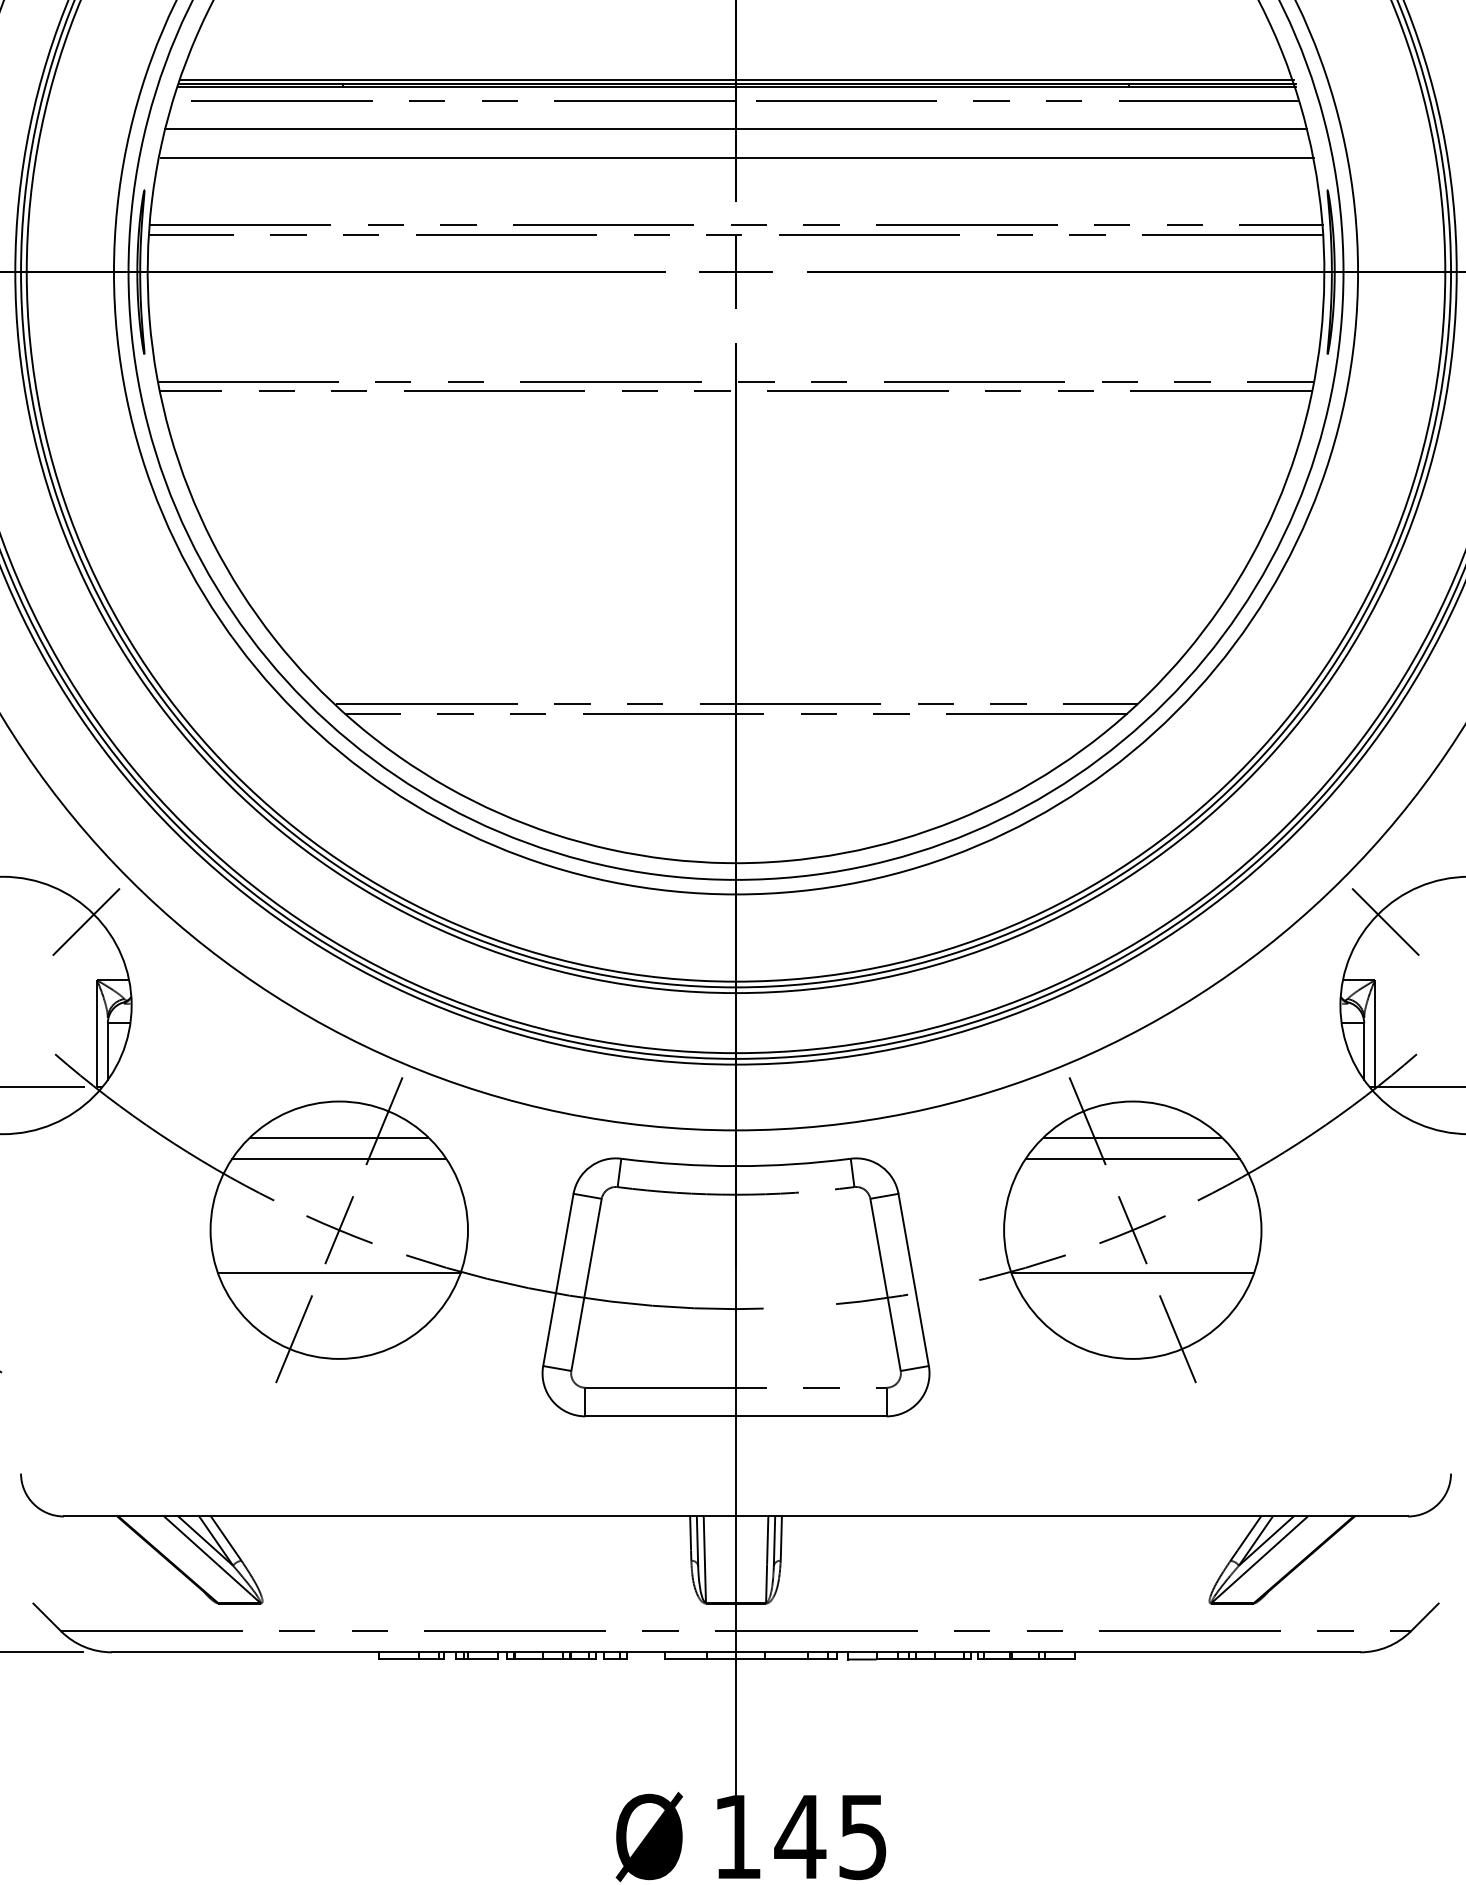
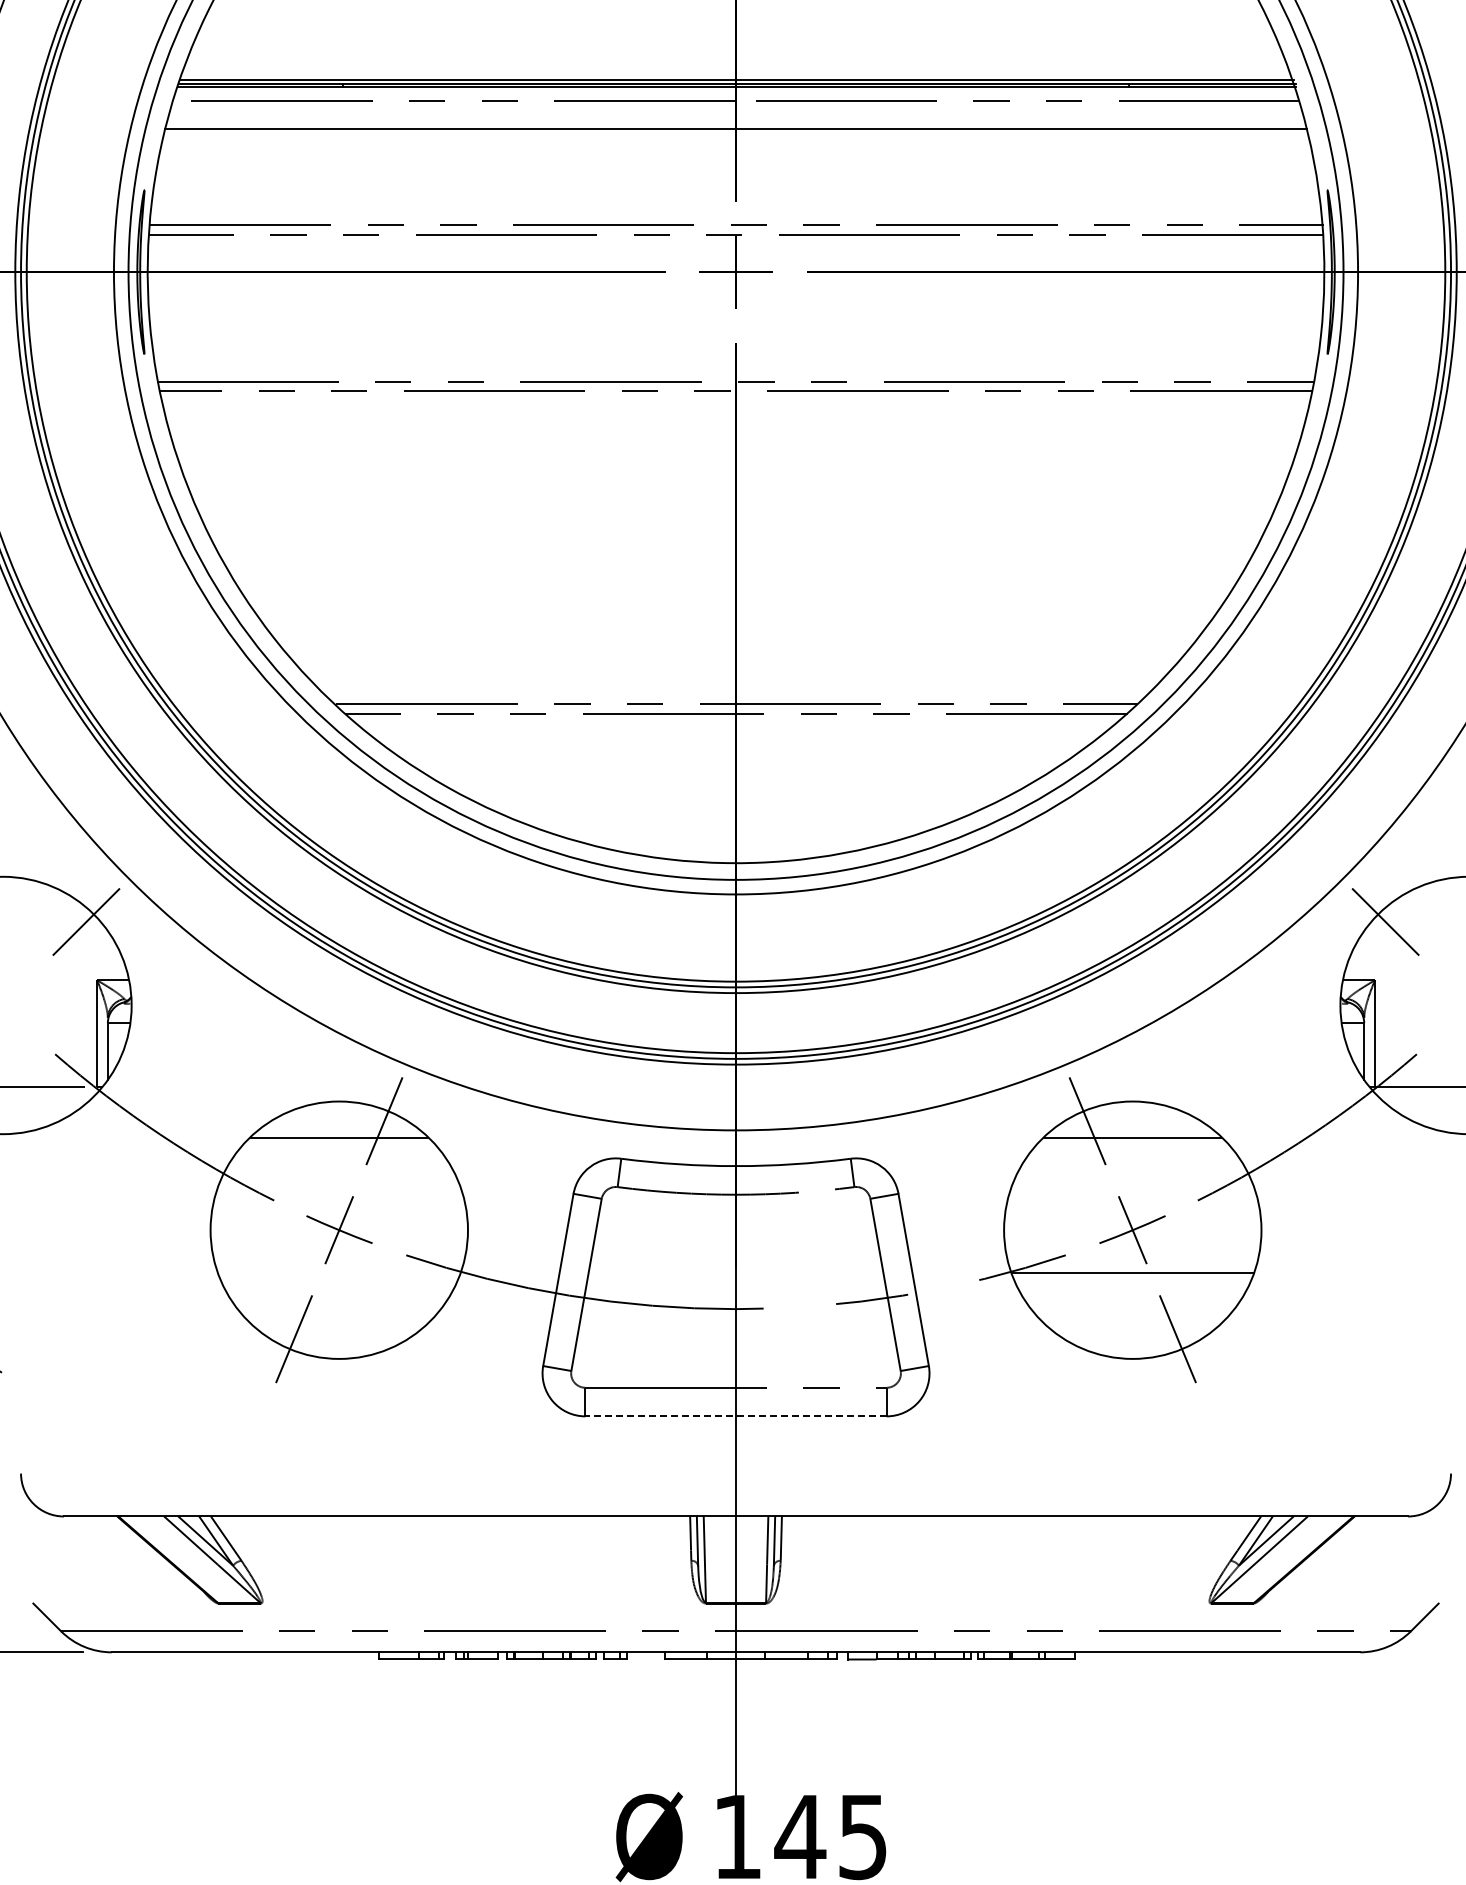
line at (736, 158): present -> none
line at (339, 1158): present -> none
line at (1132, 1158): present -> none
line at (339, 1273): present -> none
line at (736, 1416): solid -> dashed
